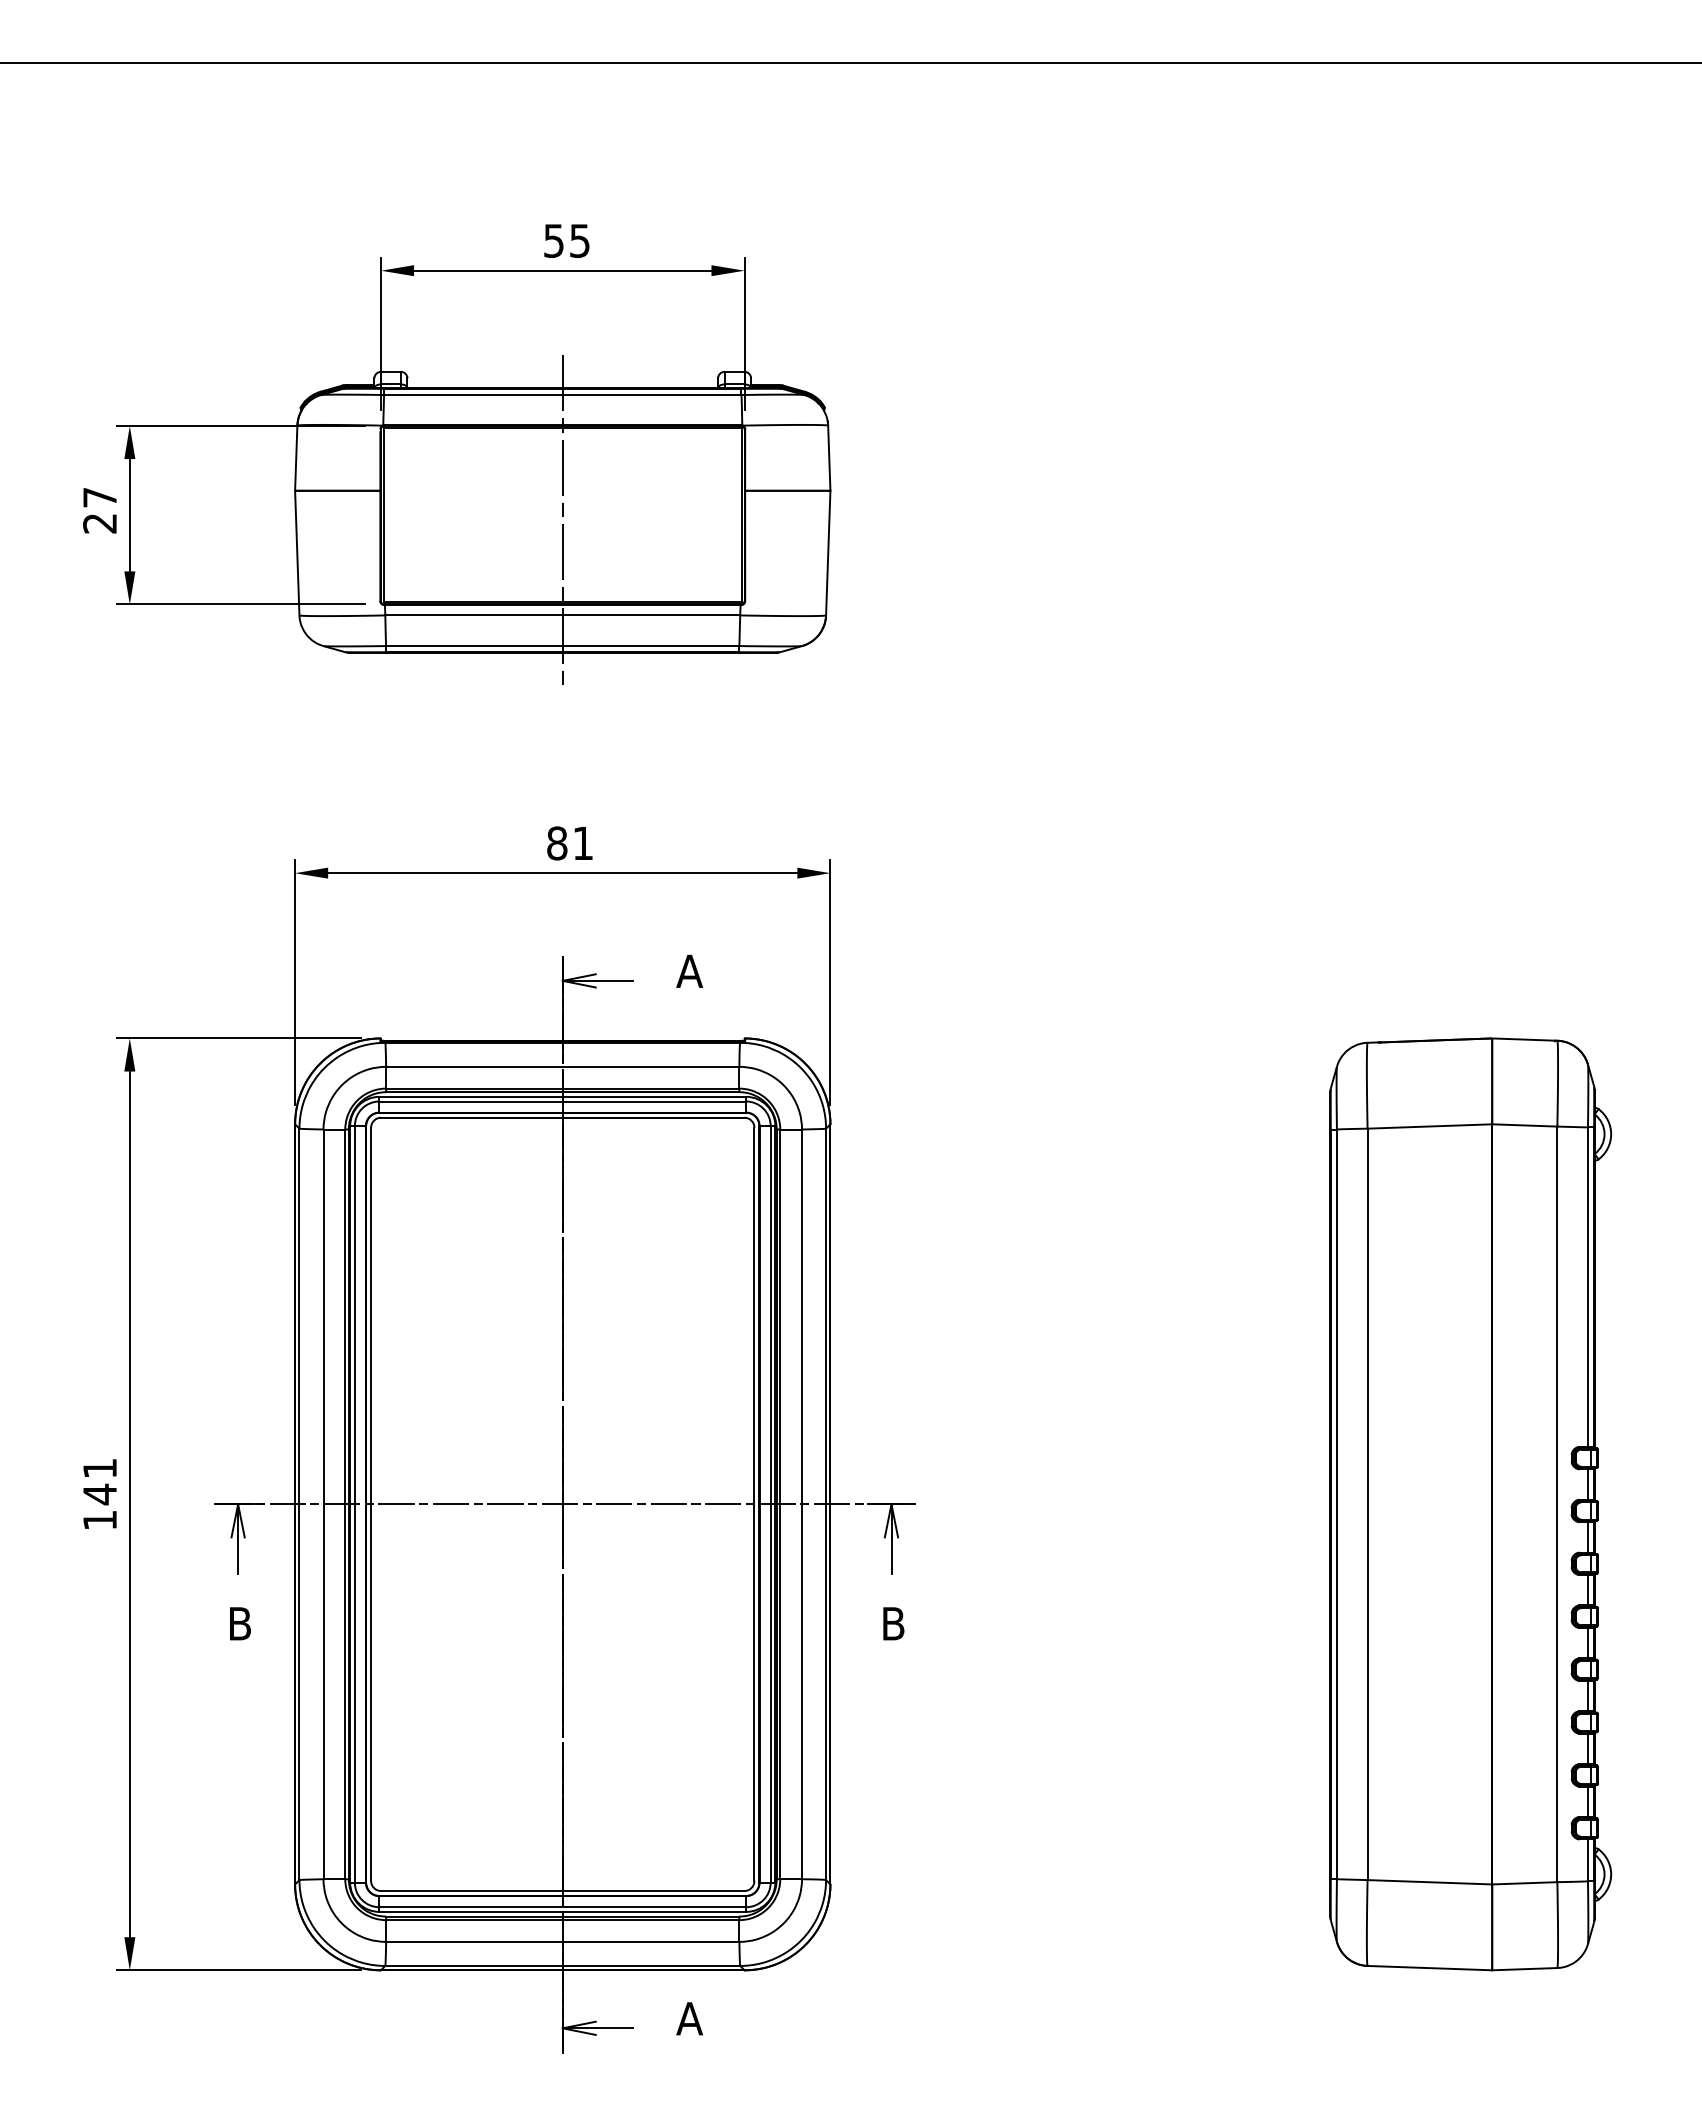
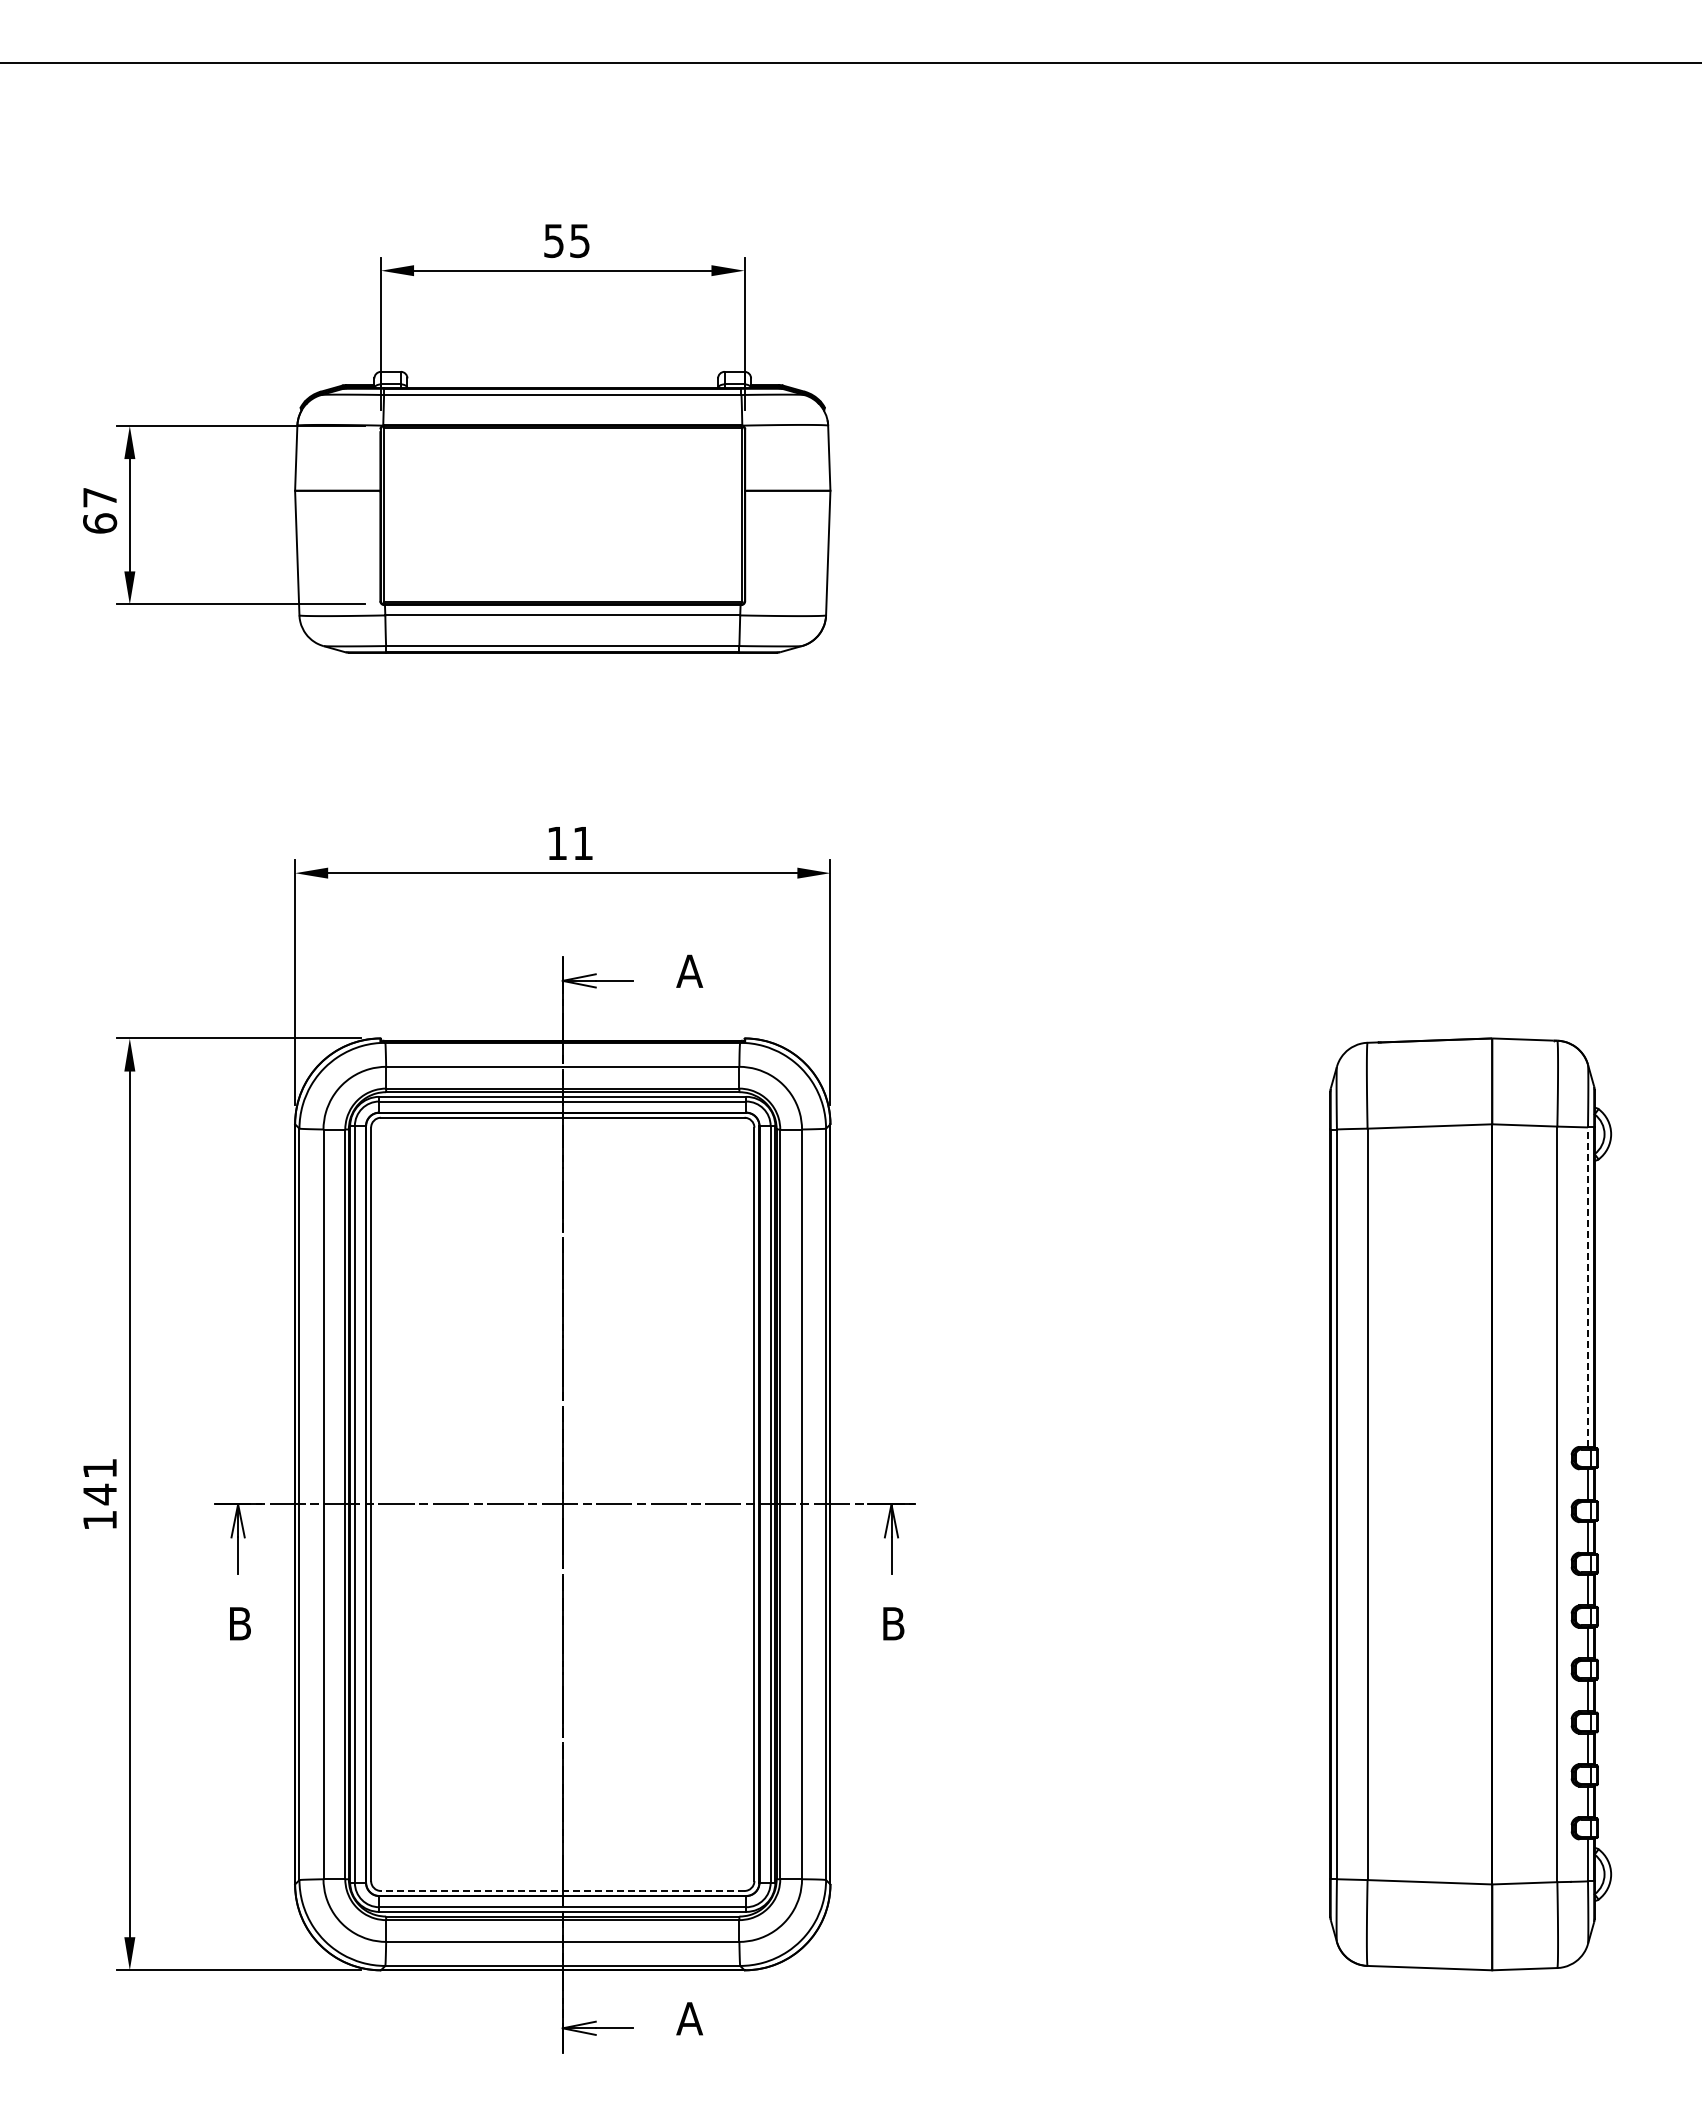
line at (562, 520): present -> none
text at (100, 523): 27 -> 67
text at (557, 843): 81 -> 11
line at (1587, 1287): solid -> dashed
line at (562, 1891): solid -> dashed
